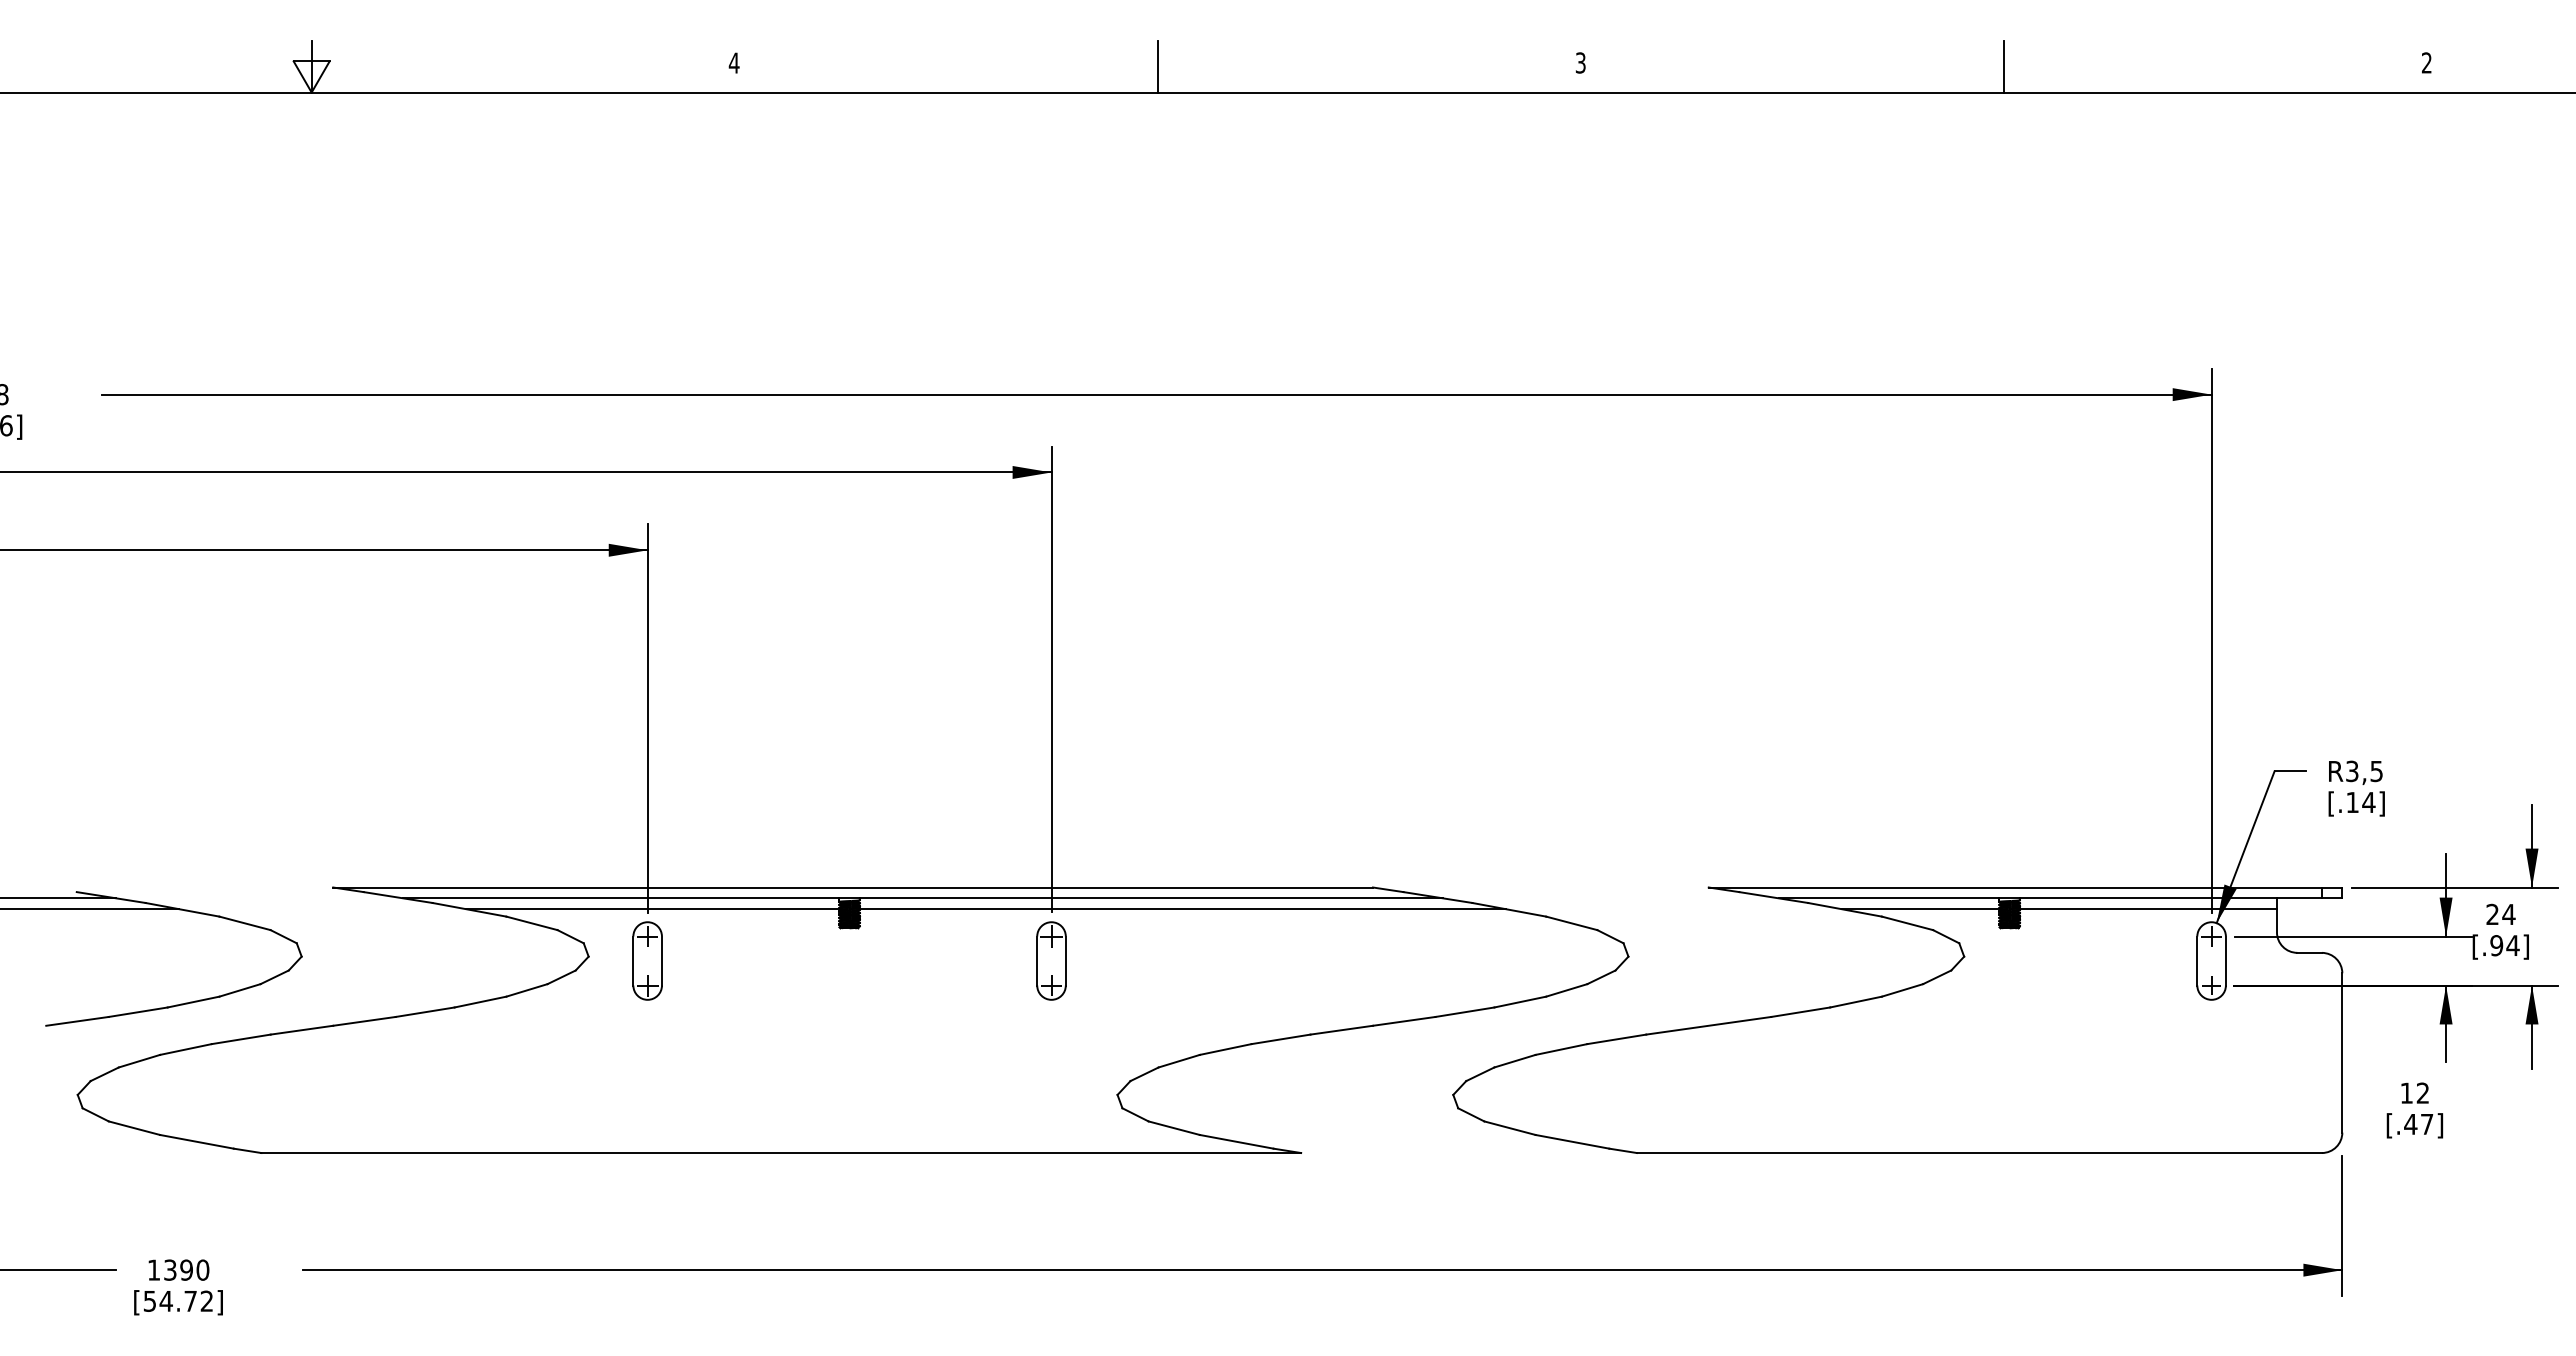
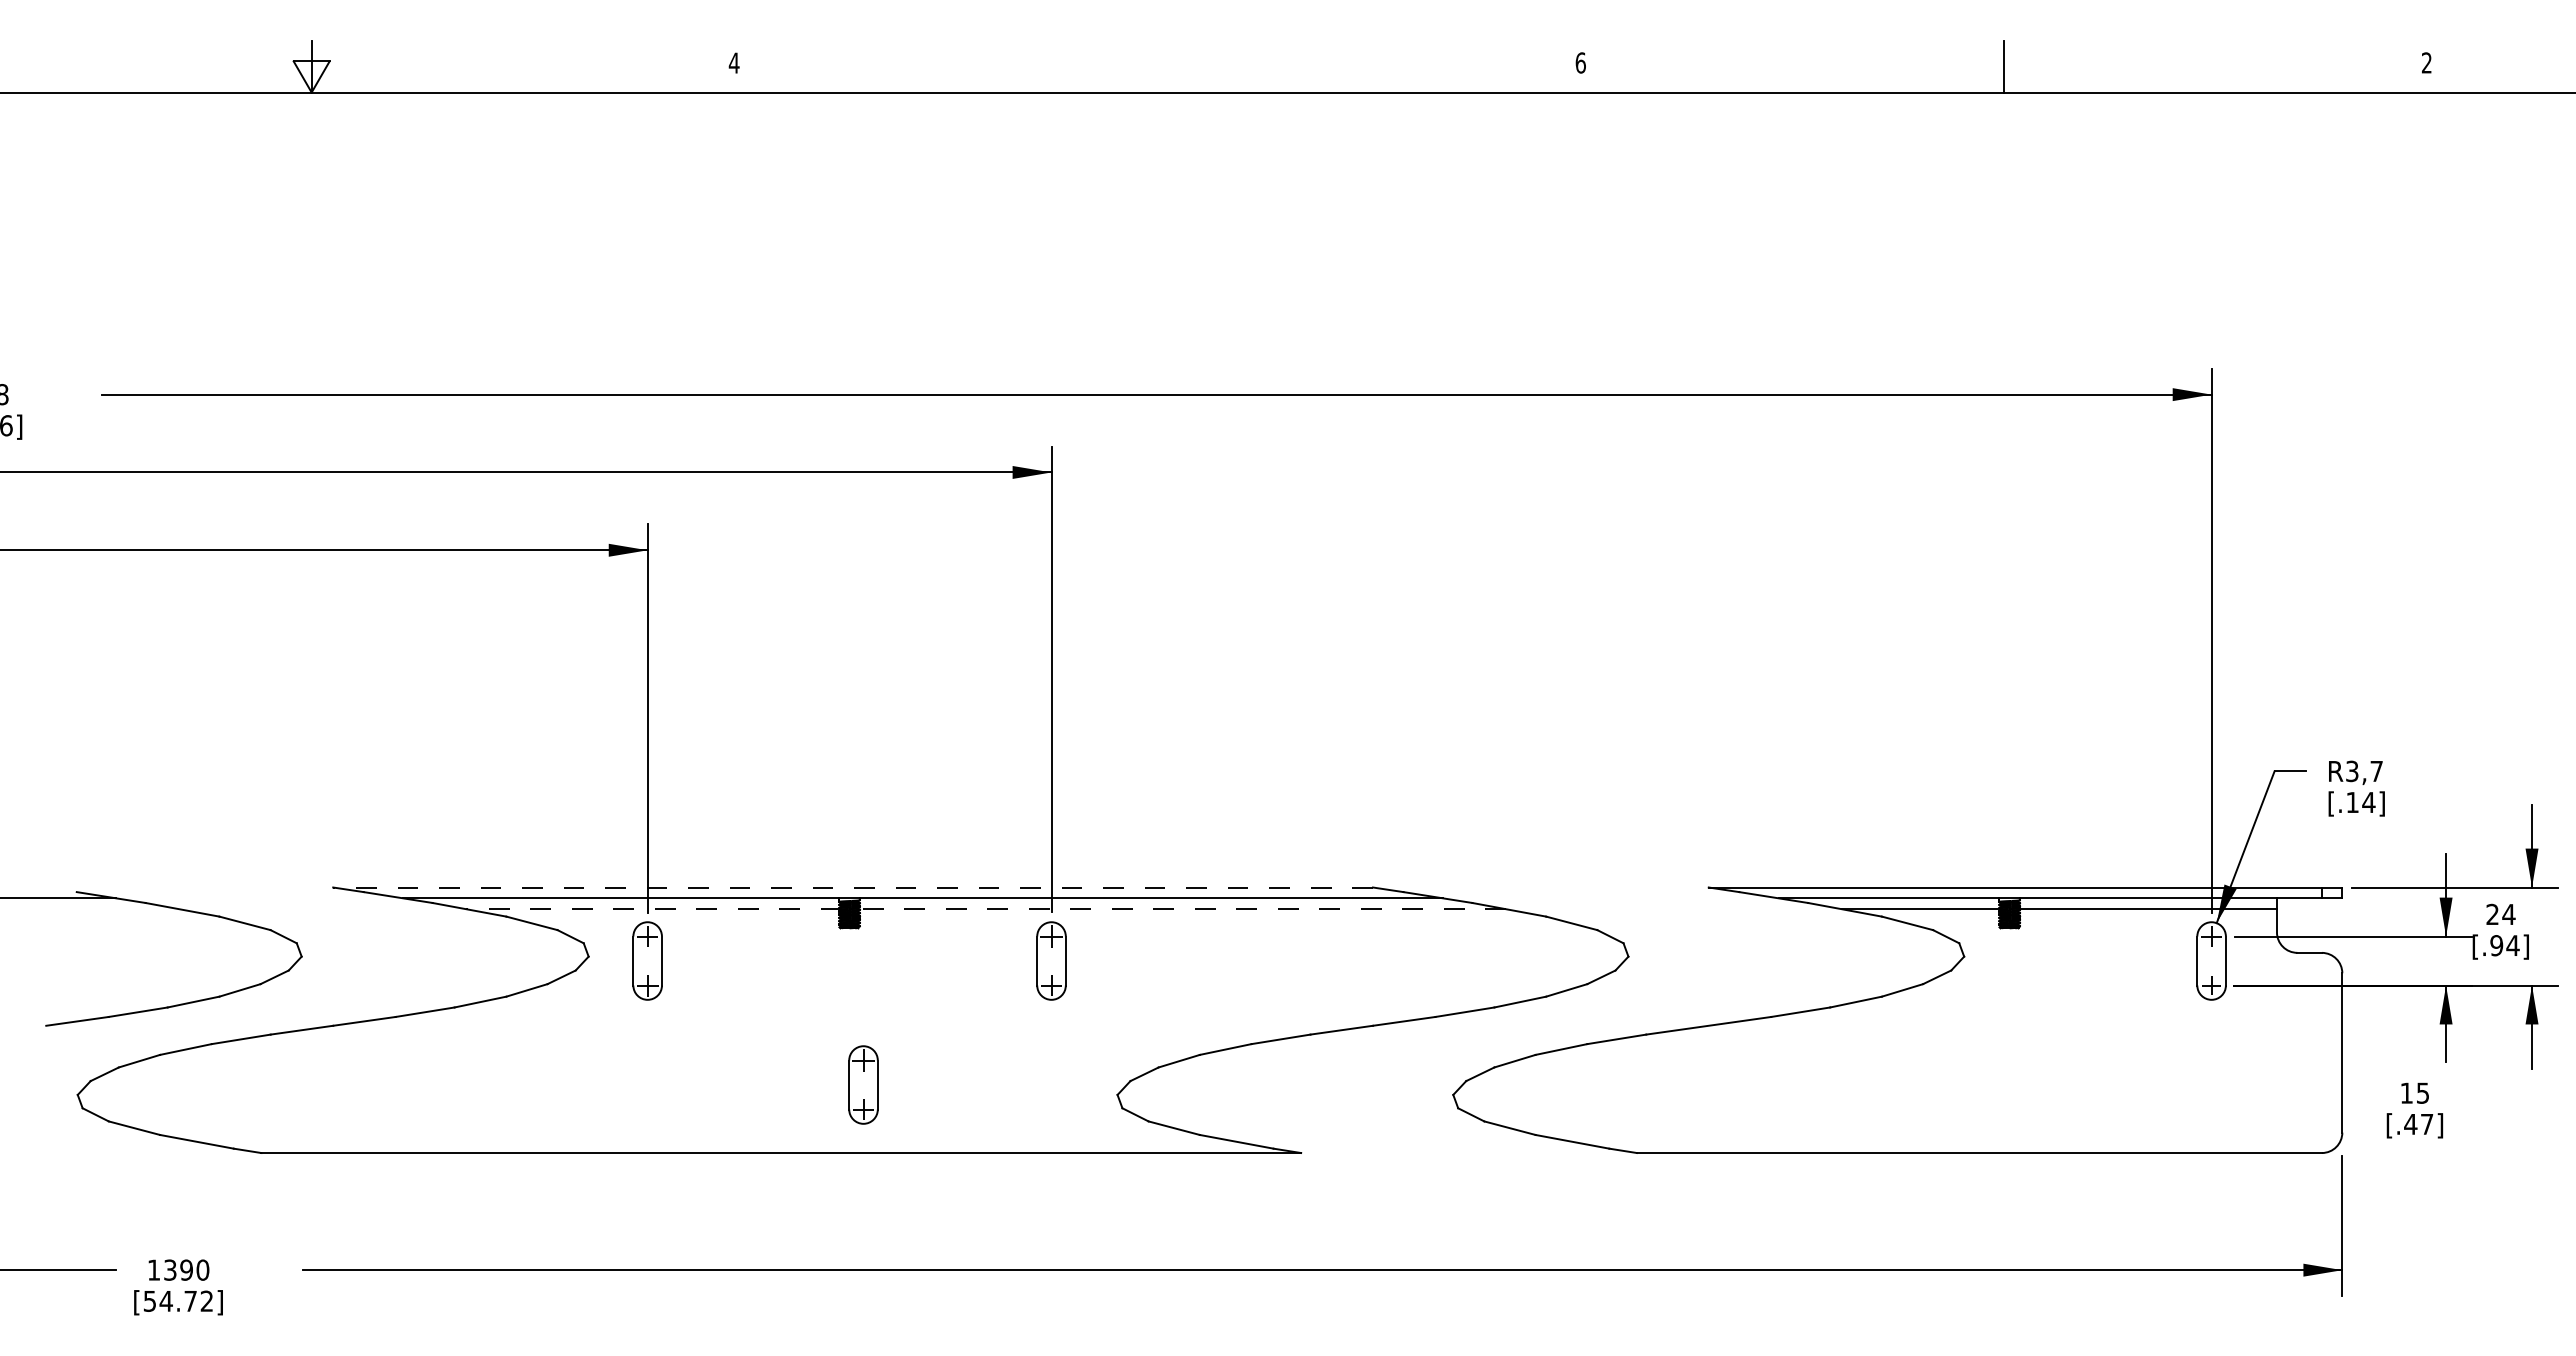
text at (1580, 62): 3 -> 6
line at (1158, 66): present -> none
text at (2376, 771): R3,5 -> R3,7
line at (853, 887): solid -> dashed
line at (90, 909): present -> none
line at (653, 909): solid -> dashed
line at (1182, 909): solid -> dashed
part at (863, 1084): none -> present
text at (2422, 1092): 12 -> 15
